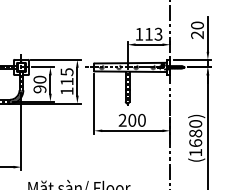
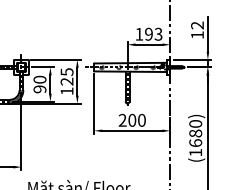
text at (197, 30): 20 -> 12
text at (148, 33): 113 -> 193
text at (66, 81): 115 -> 125
